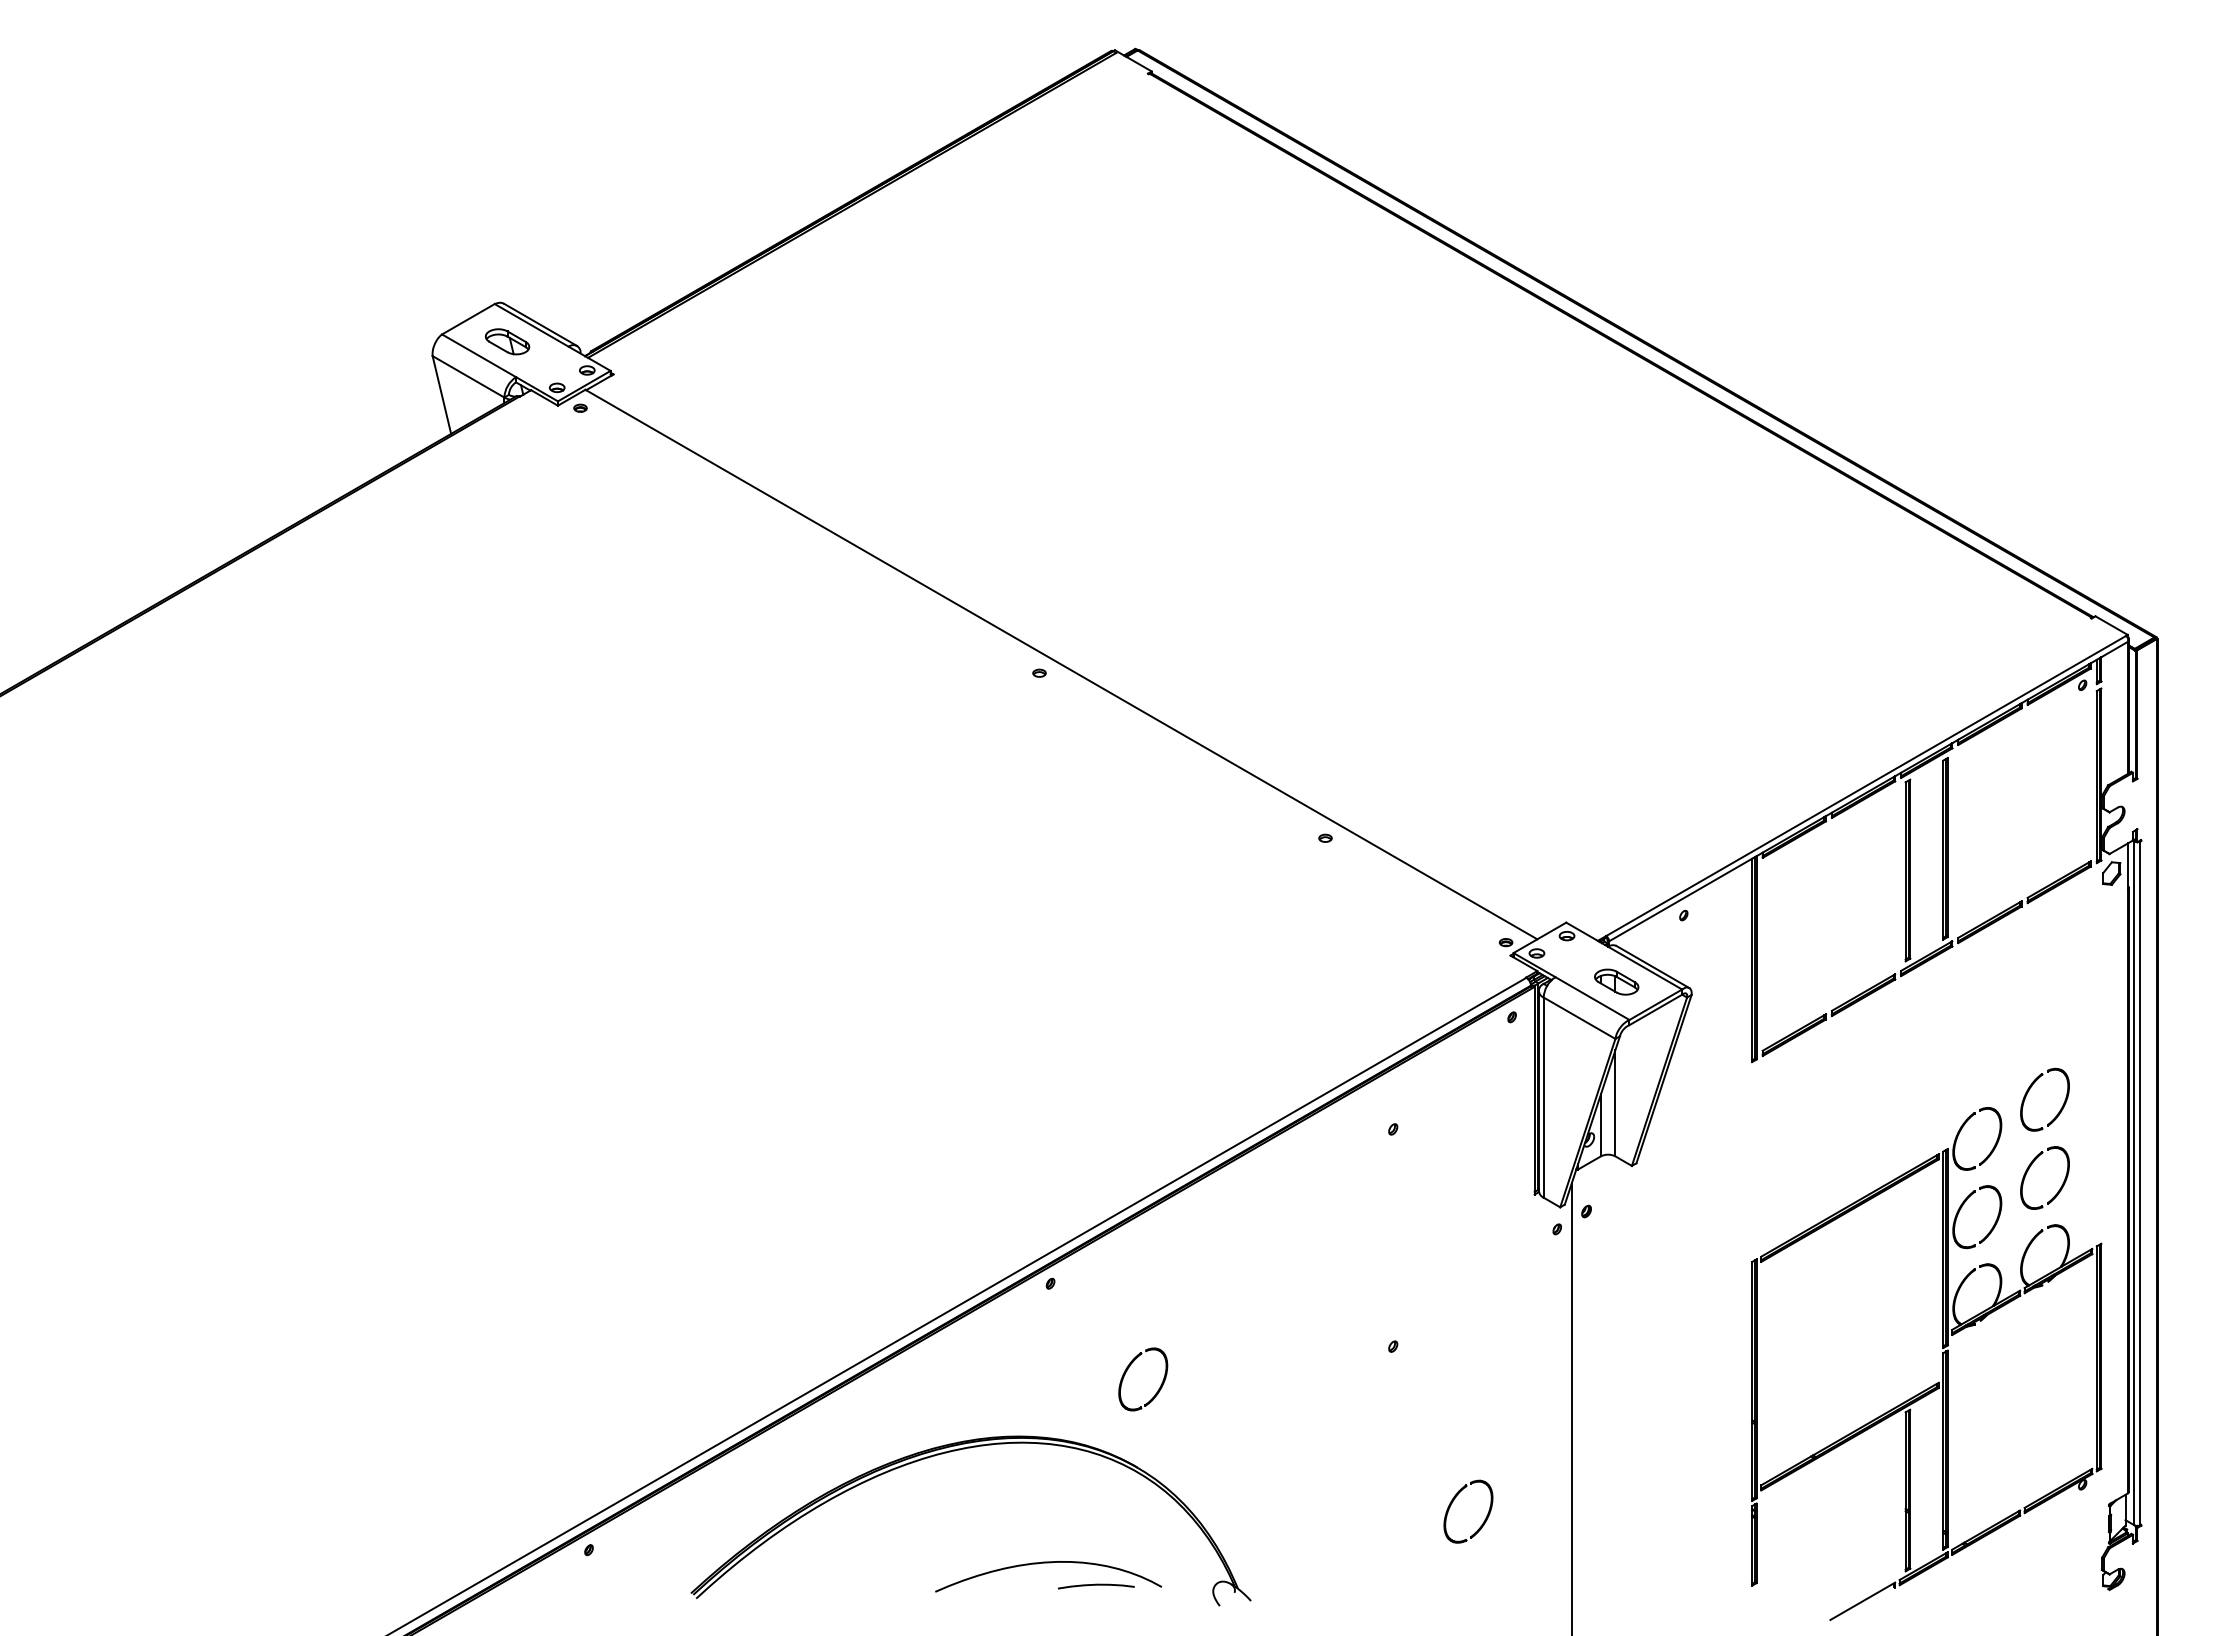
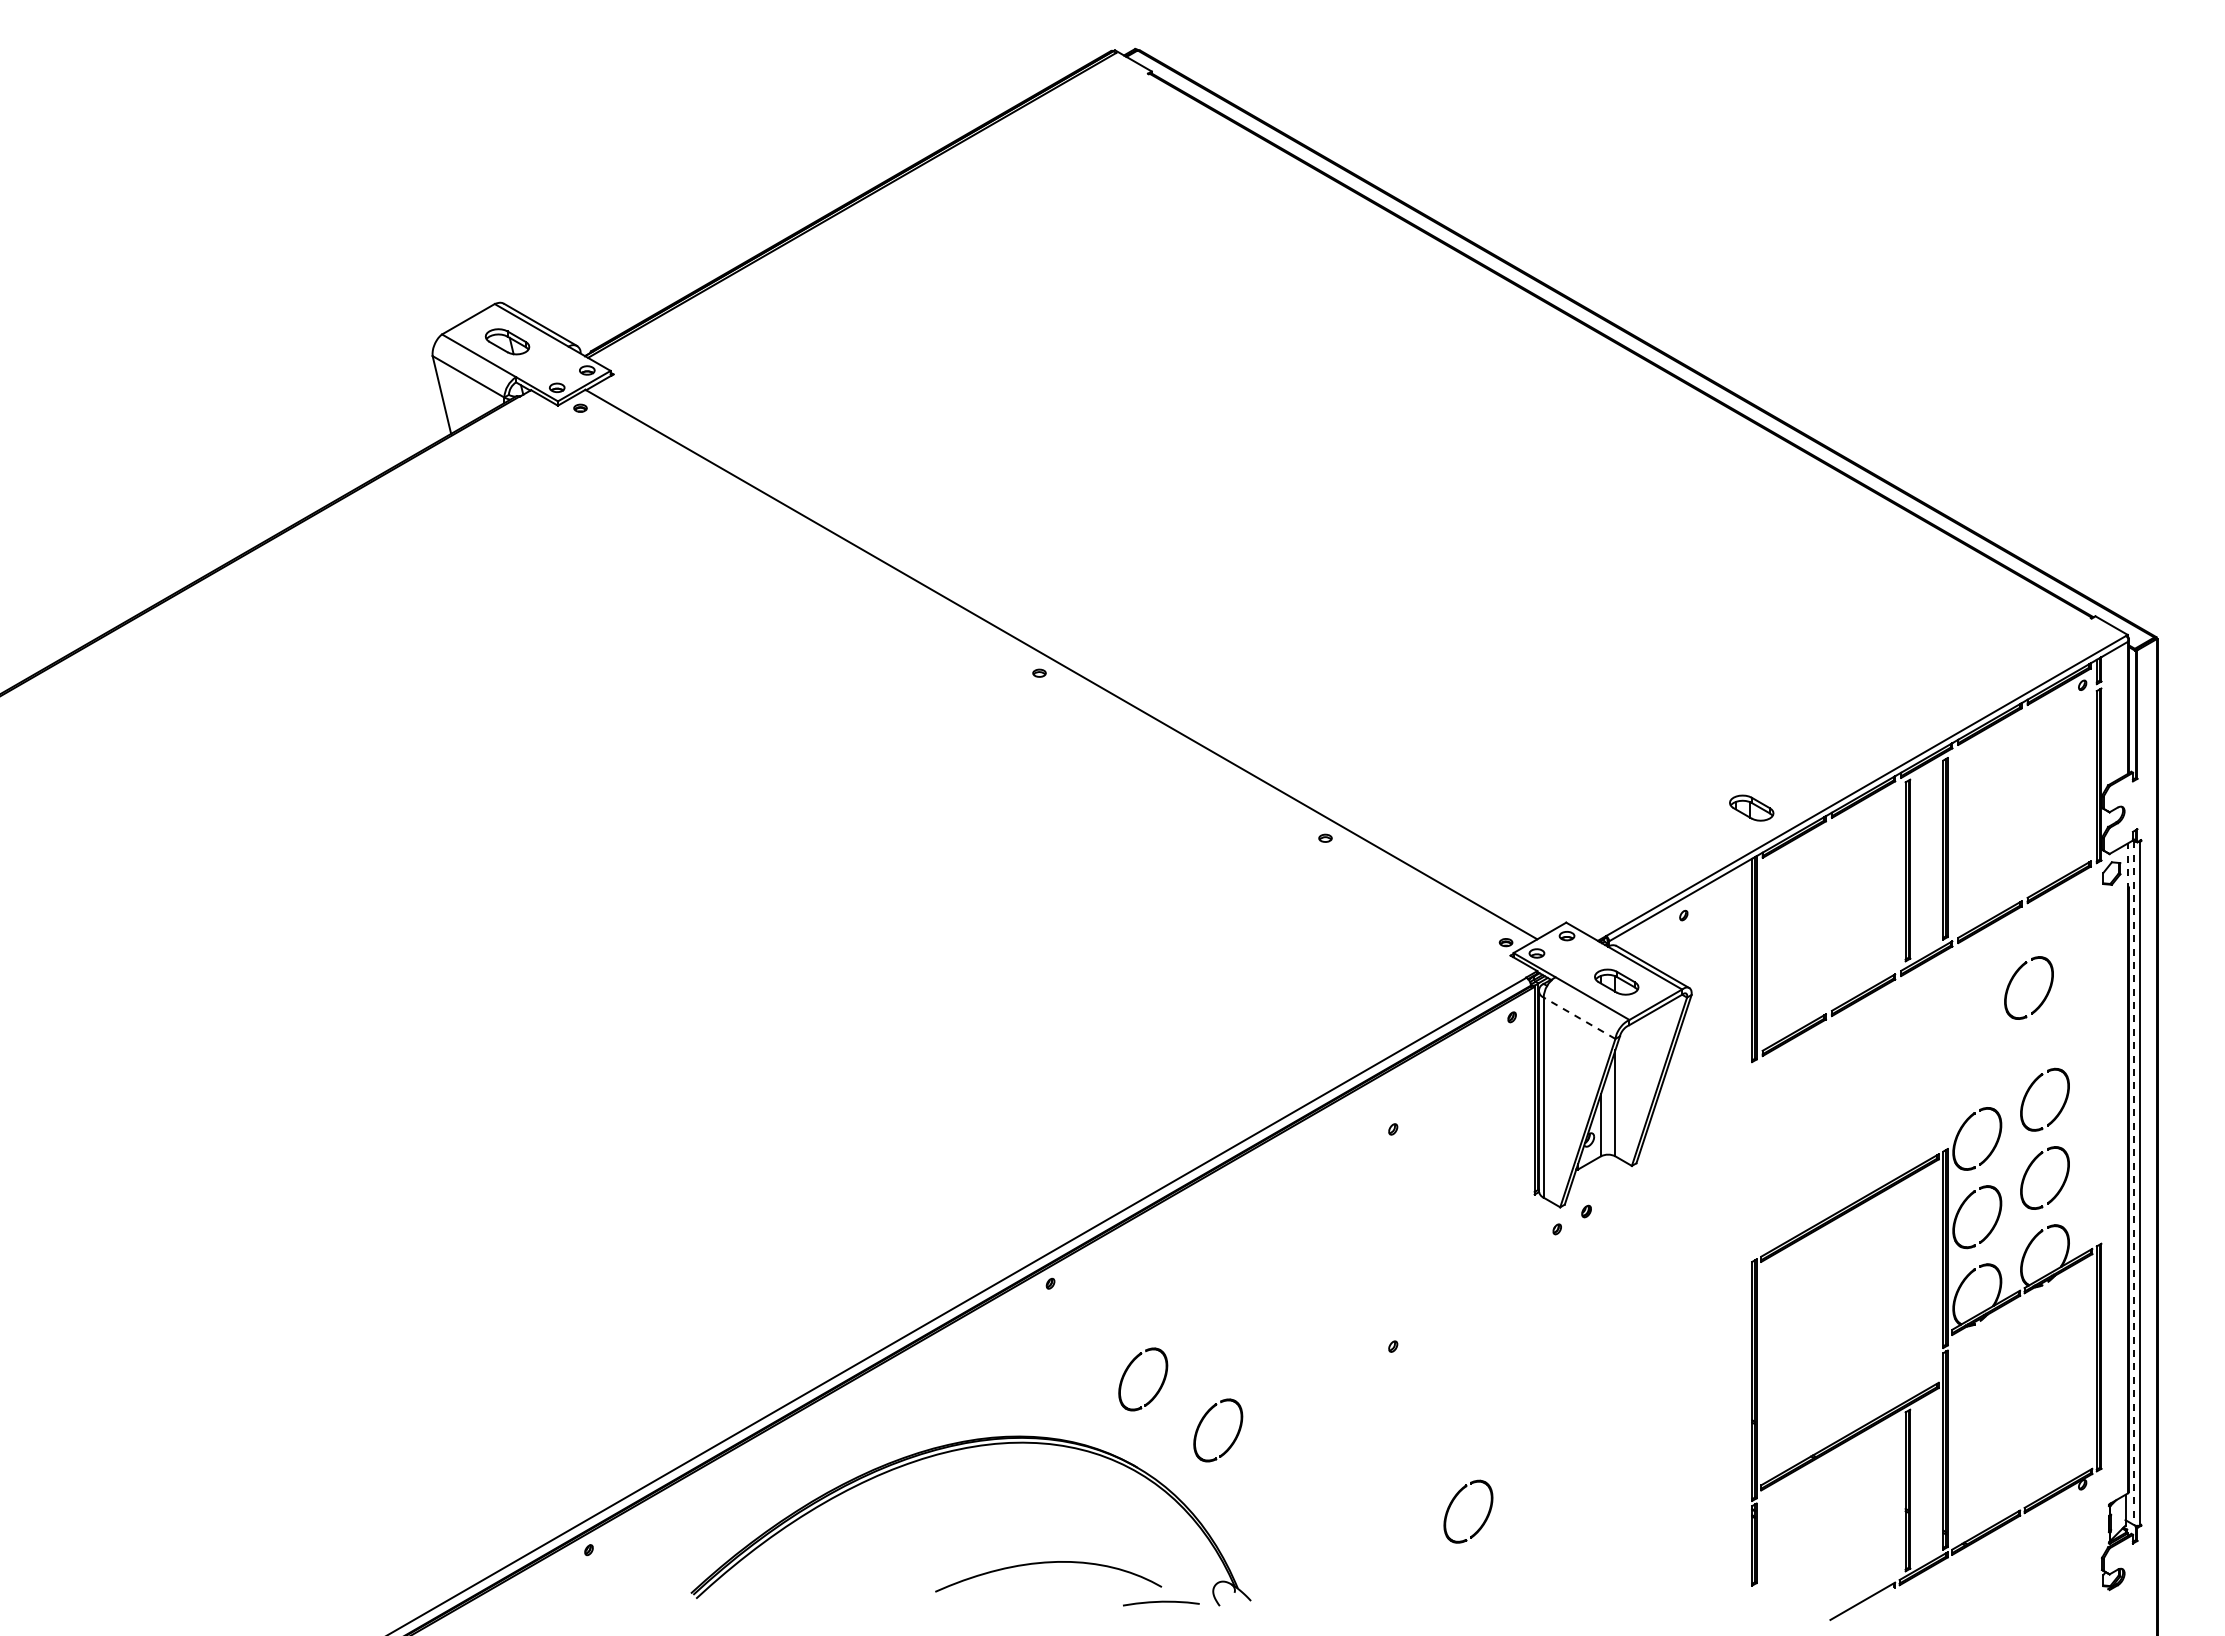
part at (1751, 807): none -> present
line at (2127, 866): solid -> dashed
part at (2013, 979): none -> present
line at (1579, 1017): solid -> dashed
line at (2134, 1183): solid -> dashed
line at (1571, 1407): present -> none
part at (1232, 1441): none -> present
curve at (1096, 1585) position: (1096, 1585) -> (1161, 1602)
